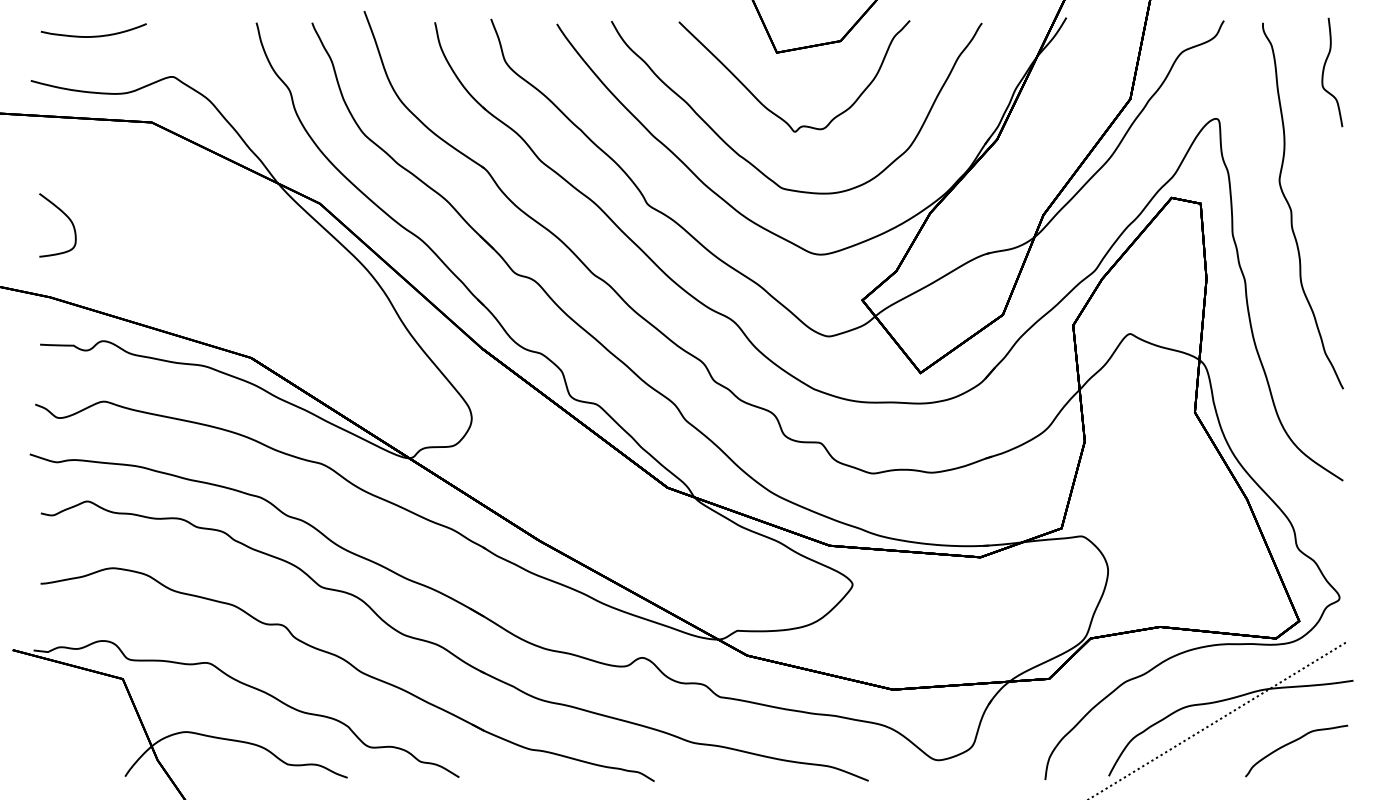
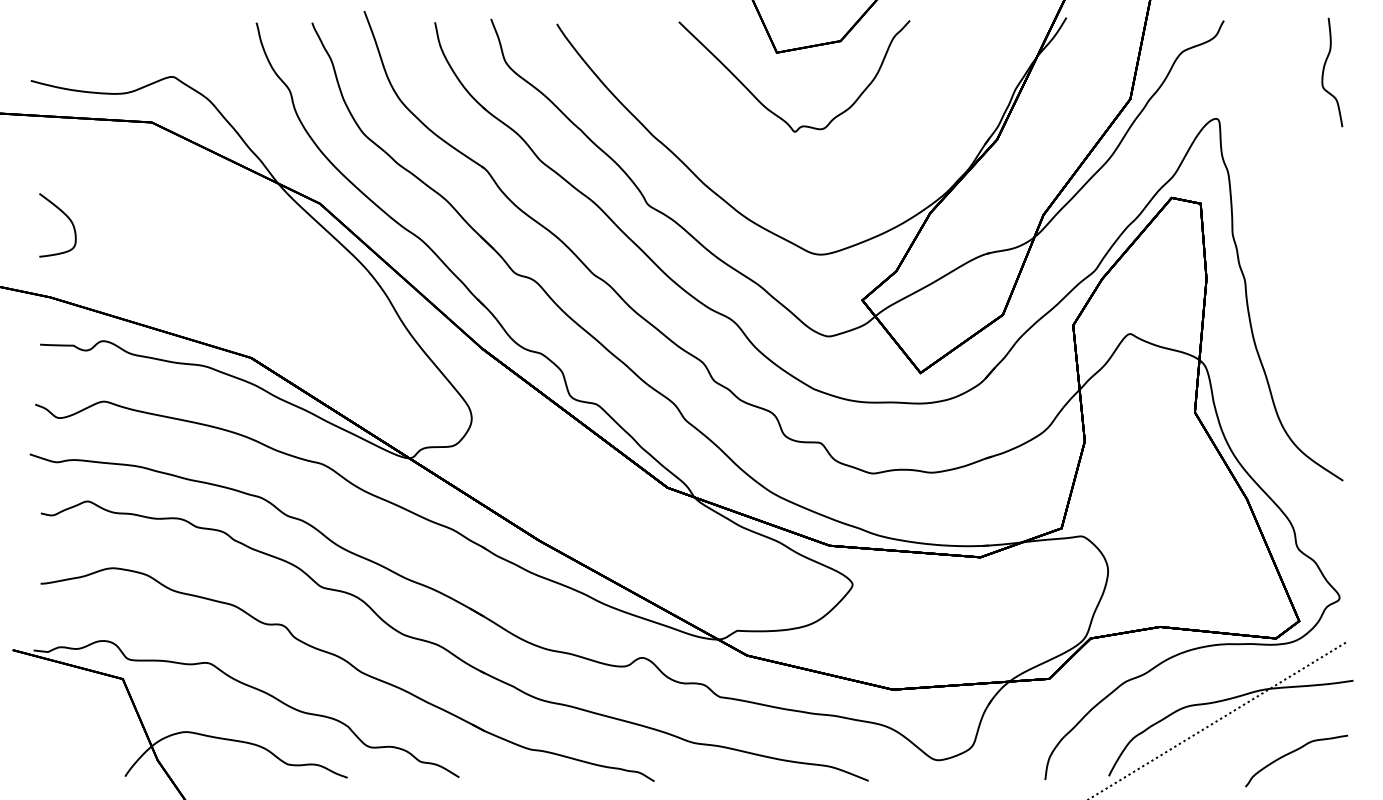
curve at (93, 35): present -> none
curve at (752, 163): present -> none
curve at (1291, 208): present -> none
curve at (1293, 742) position: (1293, 742) -> (1293, 752)
